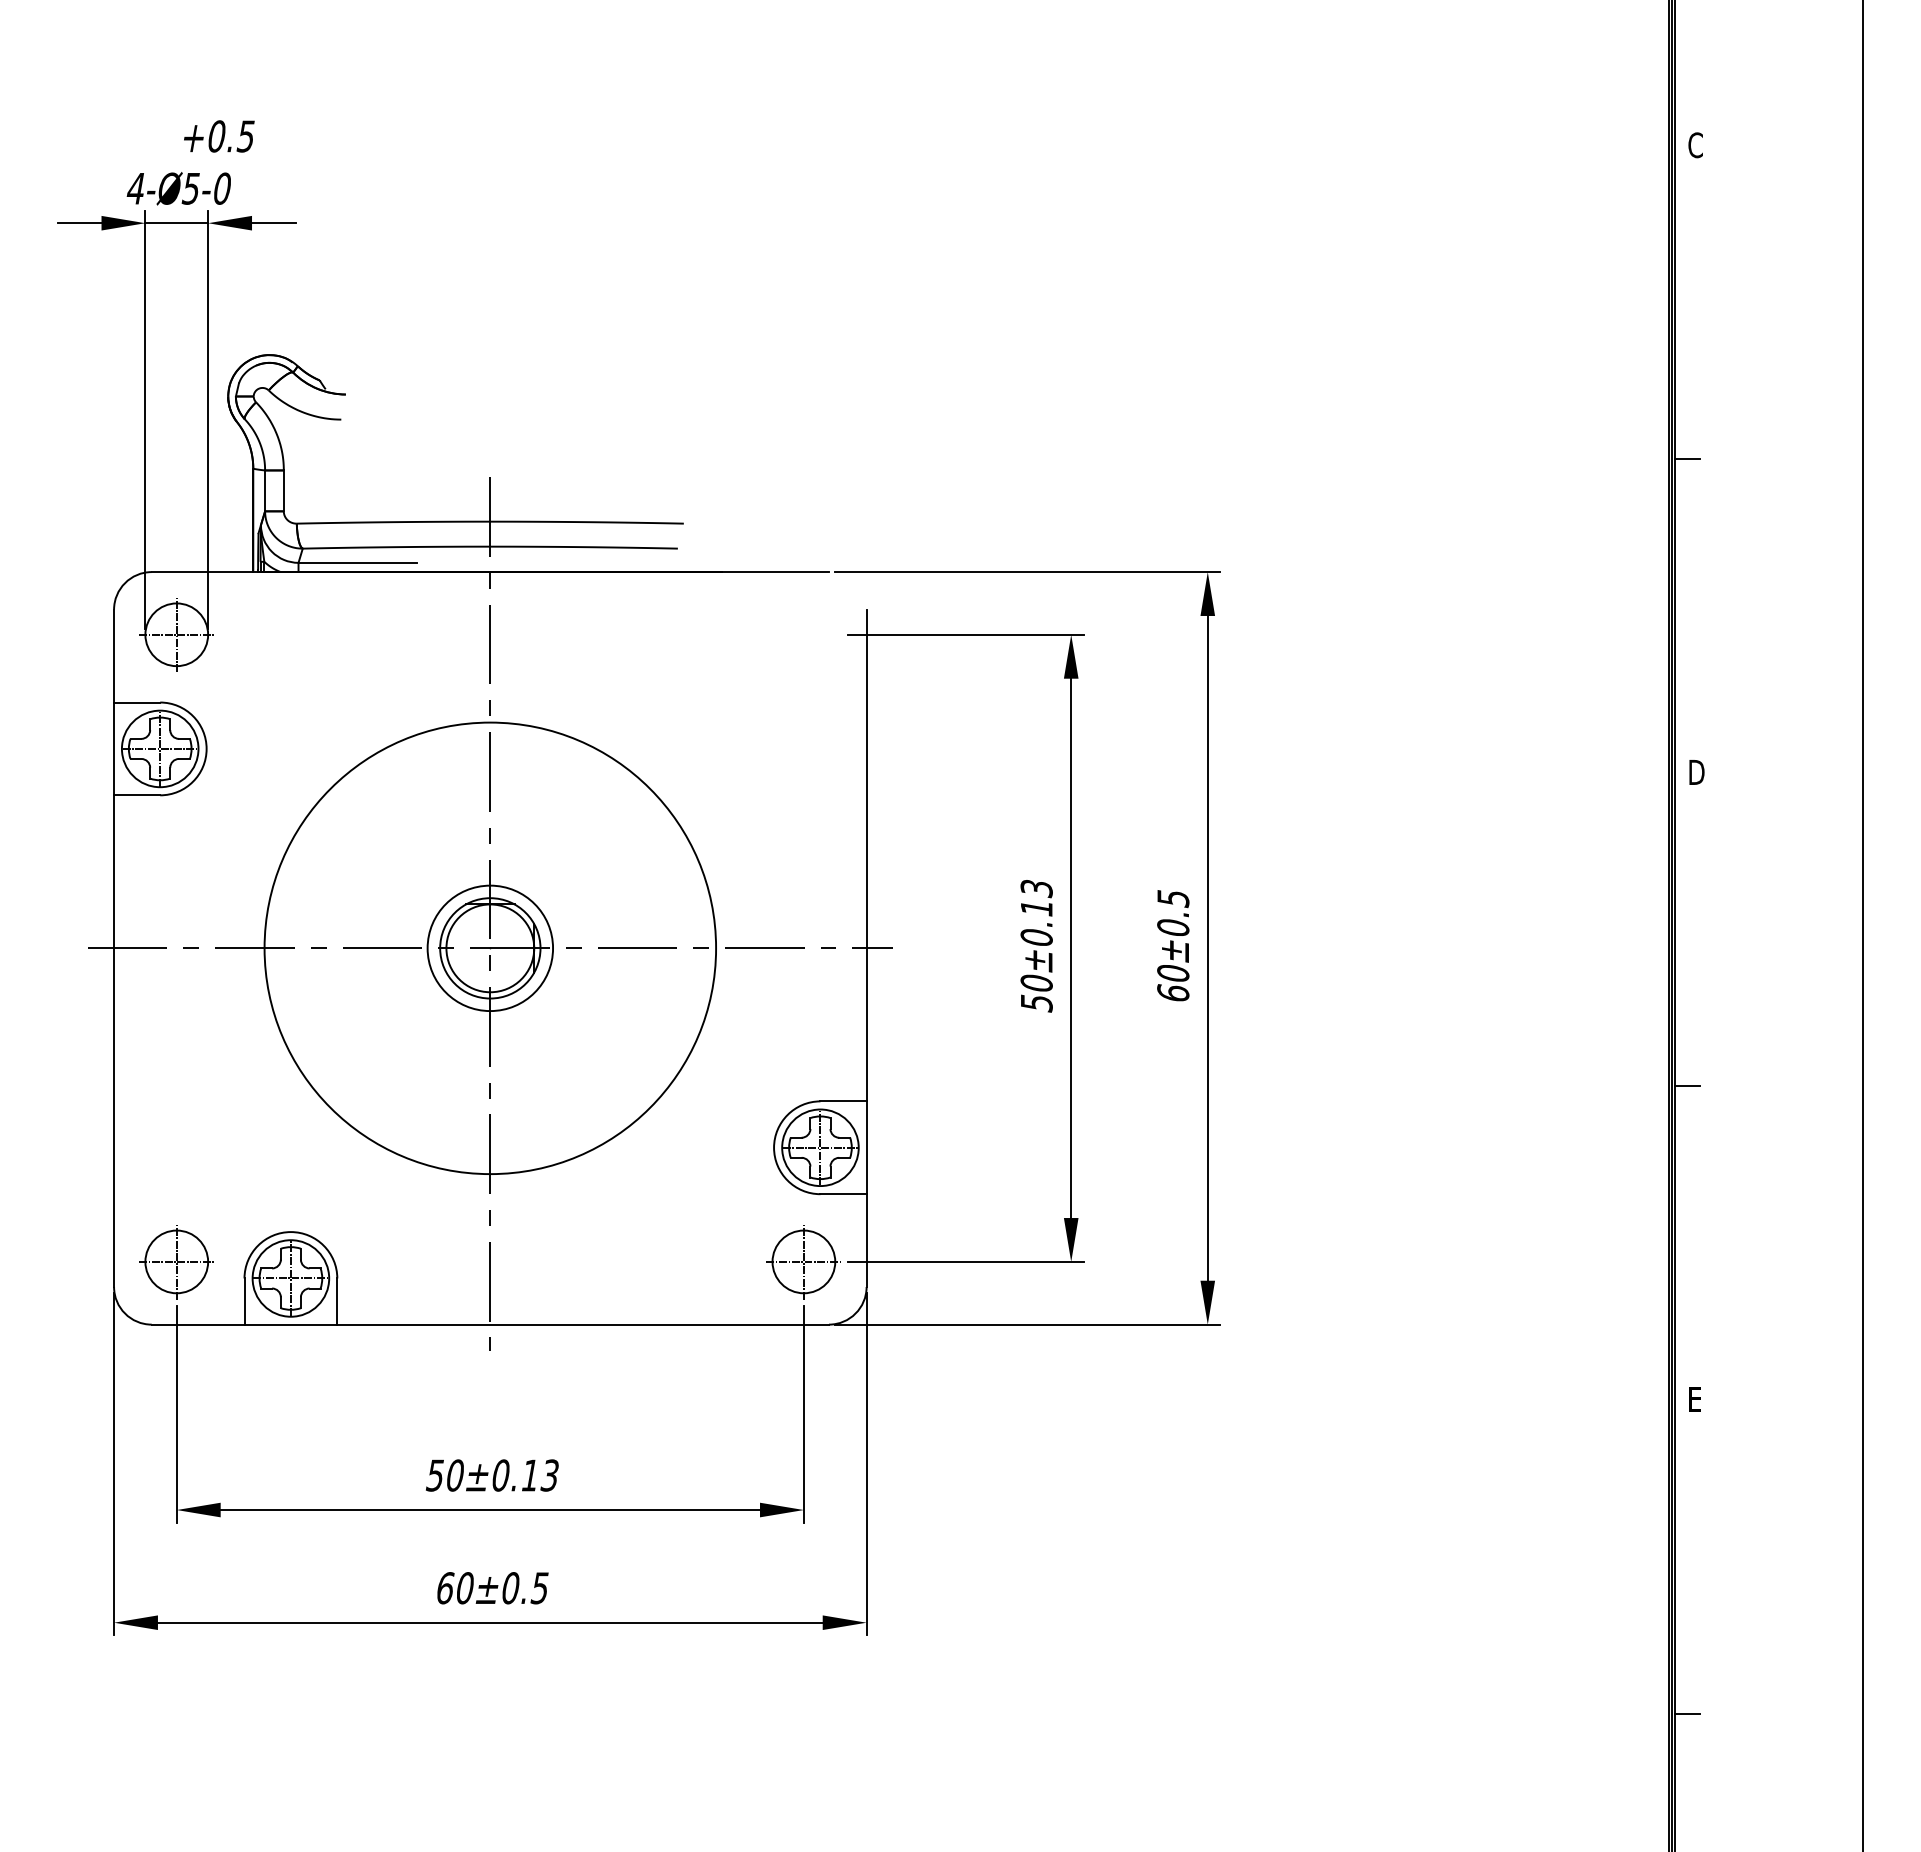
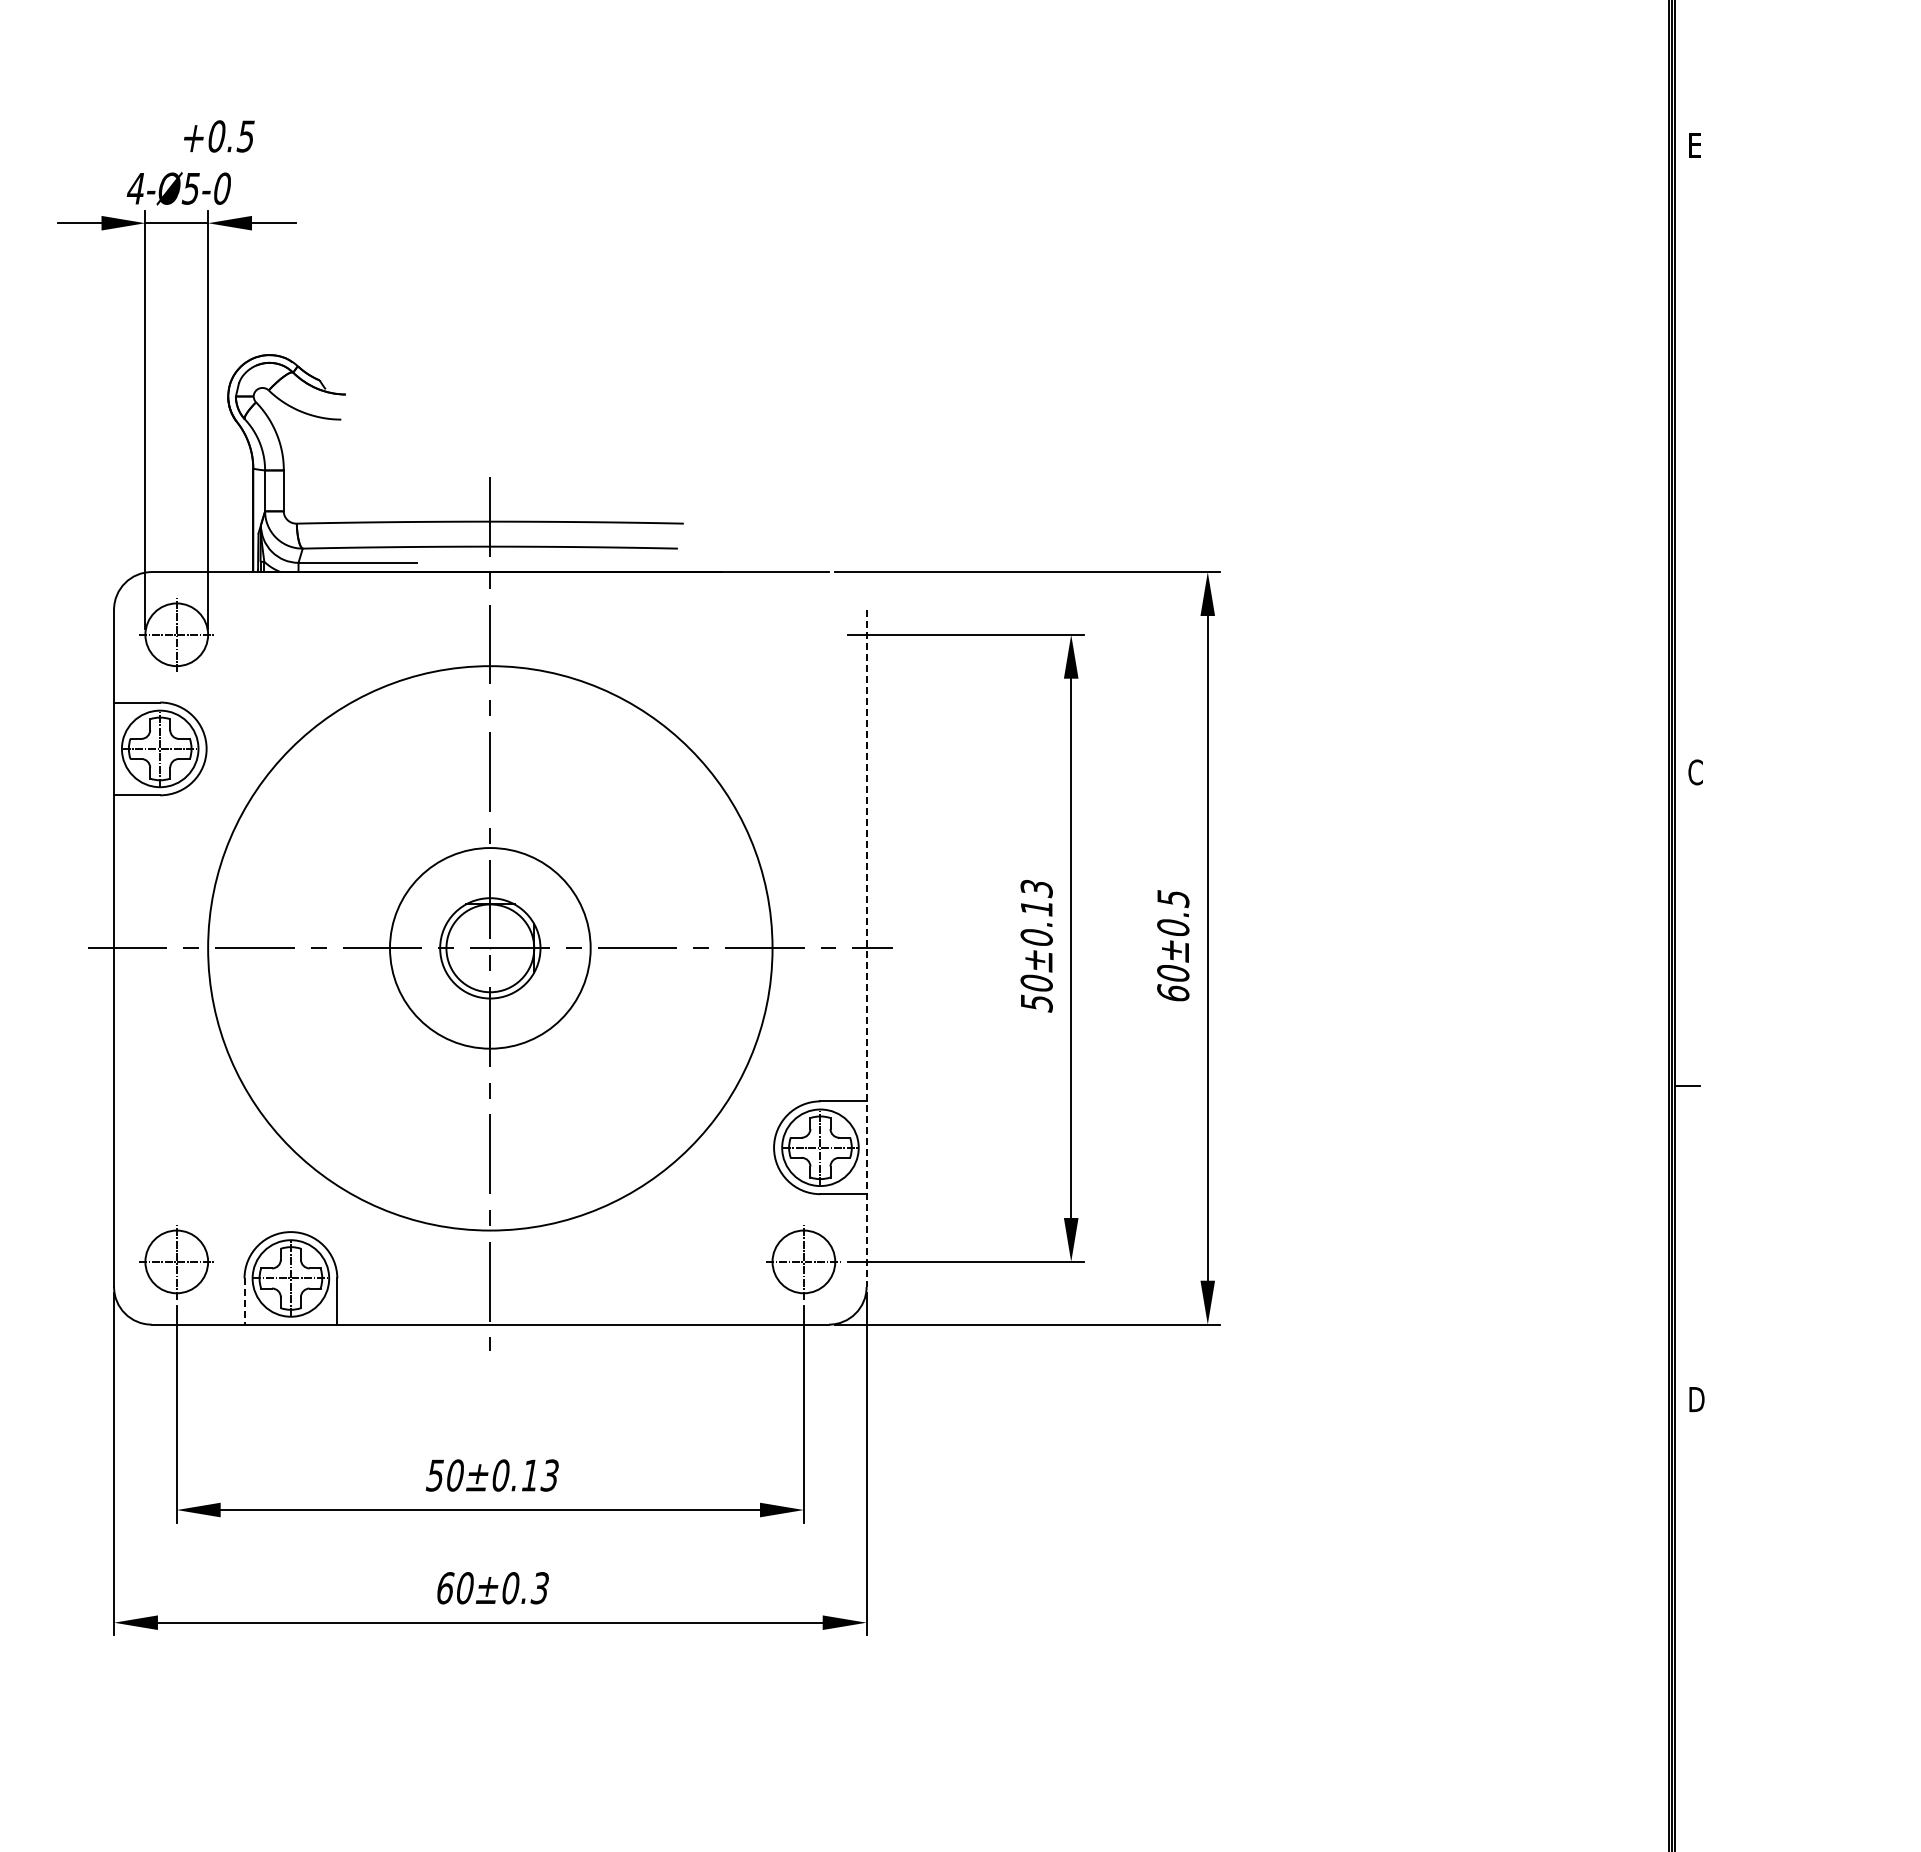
text at (1695, 145): C -> E
line at (1687, 459): present -> none
text at (1696, 772): D -> C
line at (1863, 925): present -> none
circle at (490, 948) diameter: 125 px -> 201 px
circle at (490, 948) diameter: 452 px -> 564 px
line at (866, 948): solid -> dashed
line at (244, 1302): solid -> dashed
text at (1696, 1399): E -> D
text at (539, 1587): 60±0.5 -> 60±0.3
line at (1687, 1713): present -> none
